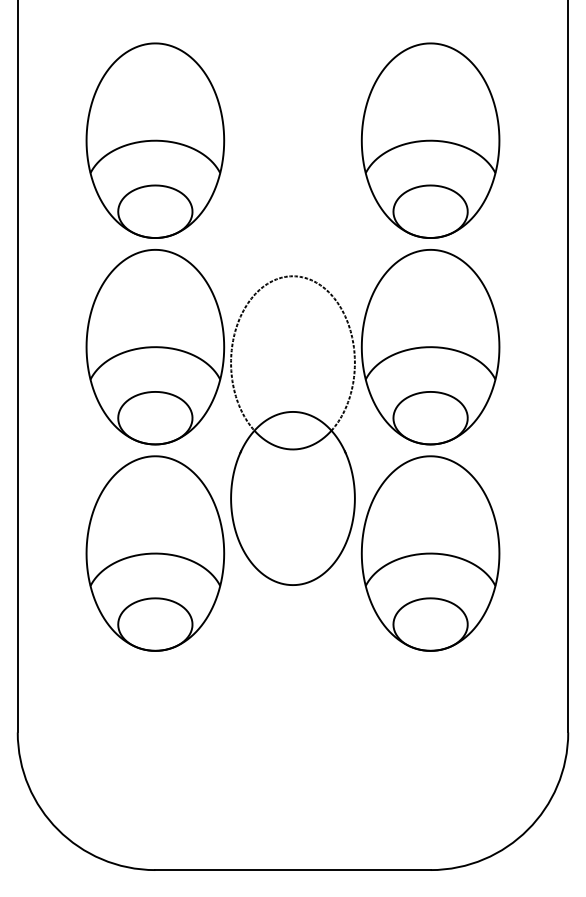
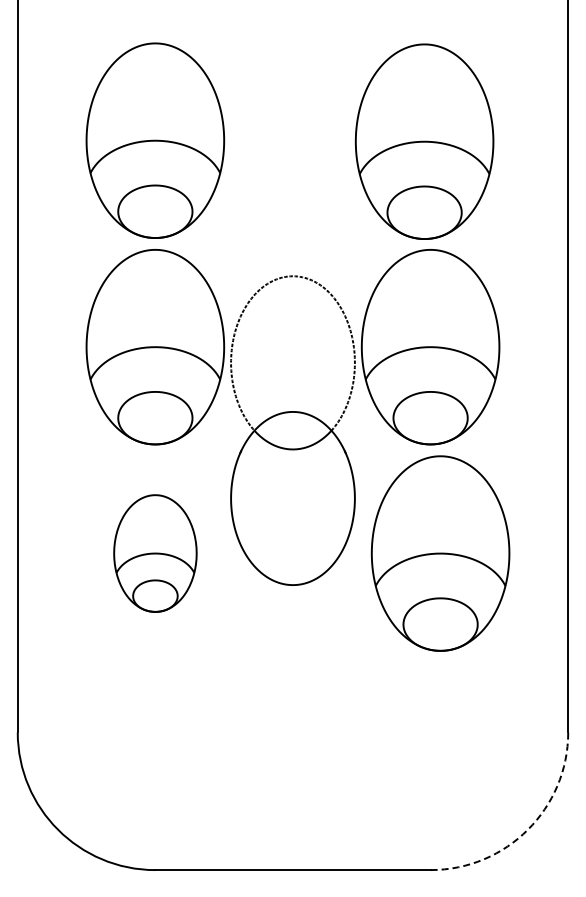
part at (430, 140) position: (430, 140) -> (424, 141)
part at (155, 553) size: 141x197 px -> 85x119 px
part at (430, 553) position: (430, 553) -> (440, 553)
arc at (527, 829): solid -> dashed
